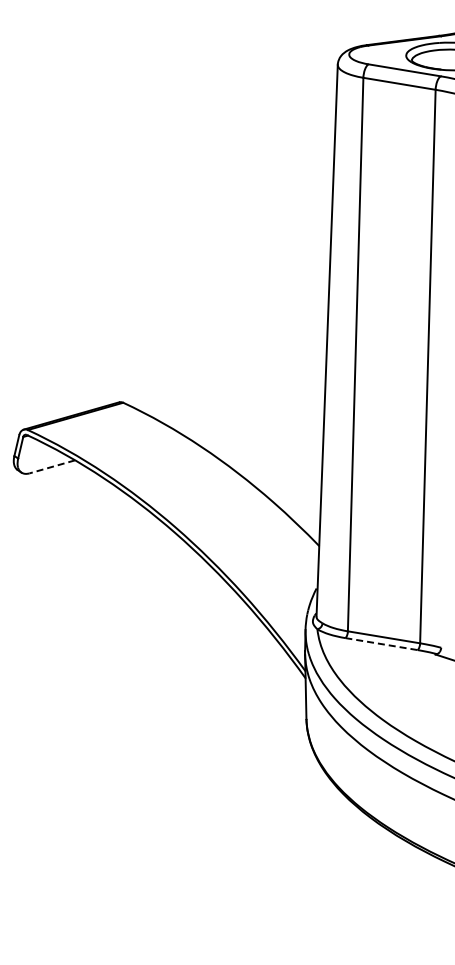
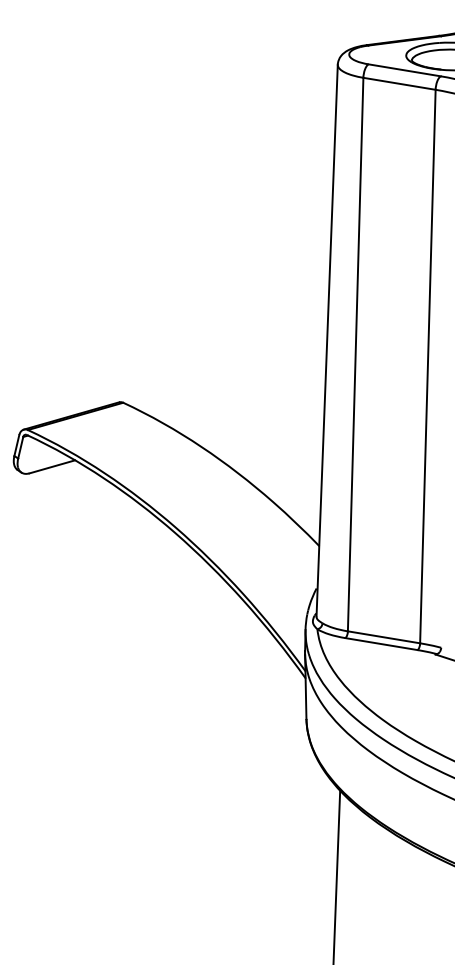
line at (52, 466): dashed -> solid
line at (381, 644): dashed -> solid
line at (336, 875): none -> present
